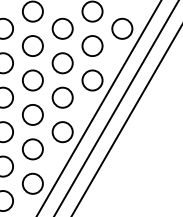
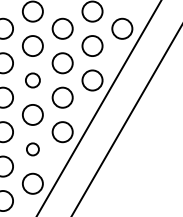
circle at (32, 80) size: 22x23 px -> 16x17 px
line at (116, 107): present -> none
circle at (32, 149) size: 22x23 px -> 14x15 px
